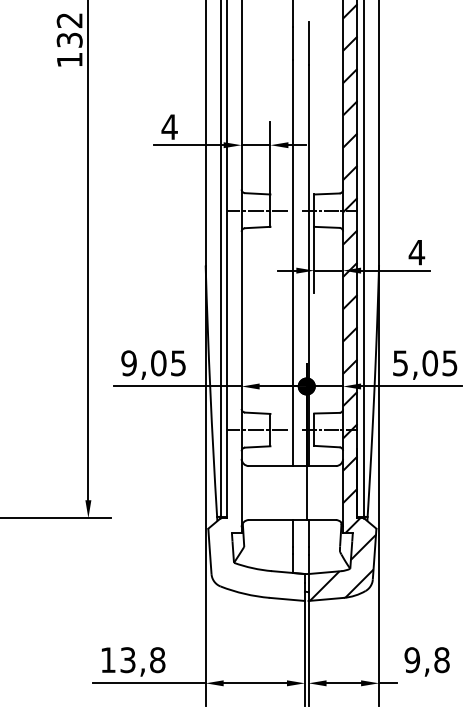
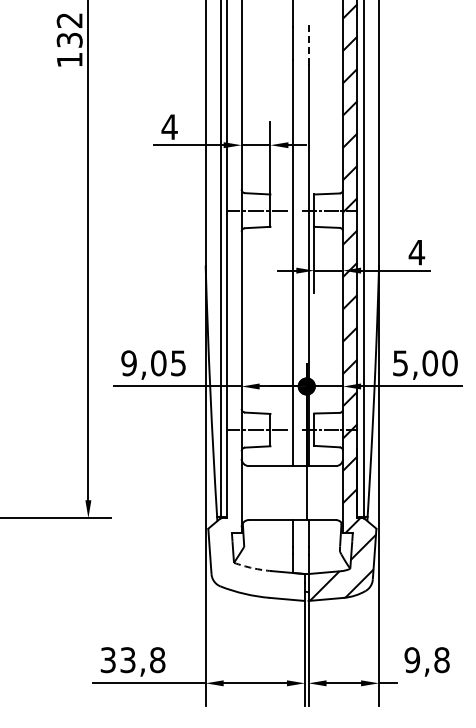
line at (308, 43): solid -> dashed
text at (449, 363): 5,05 -> 5,00
arc at (252, 568): solid -> dashed
text at (107, 660): 13,8 -> 33,8
